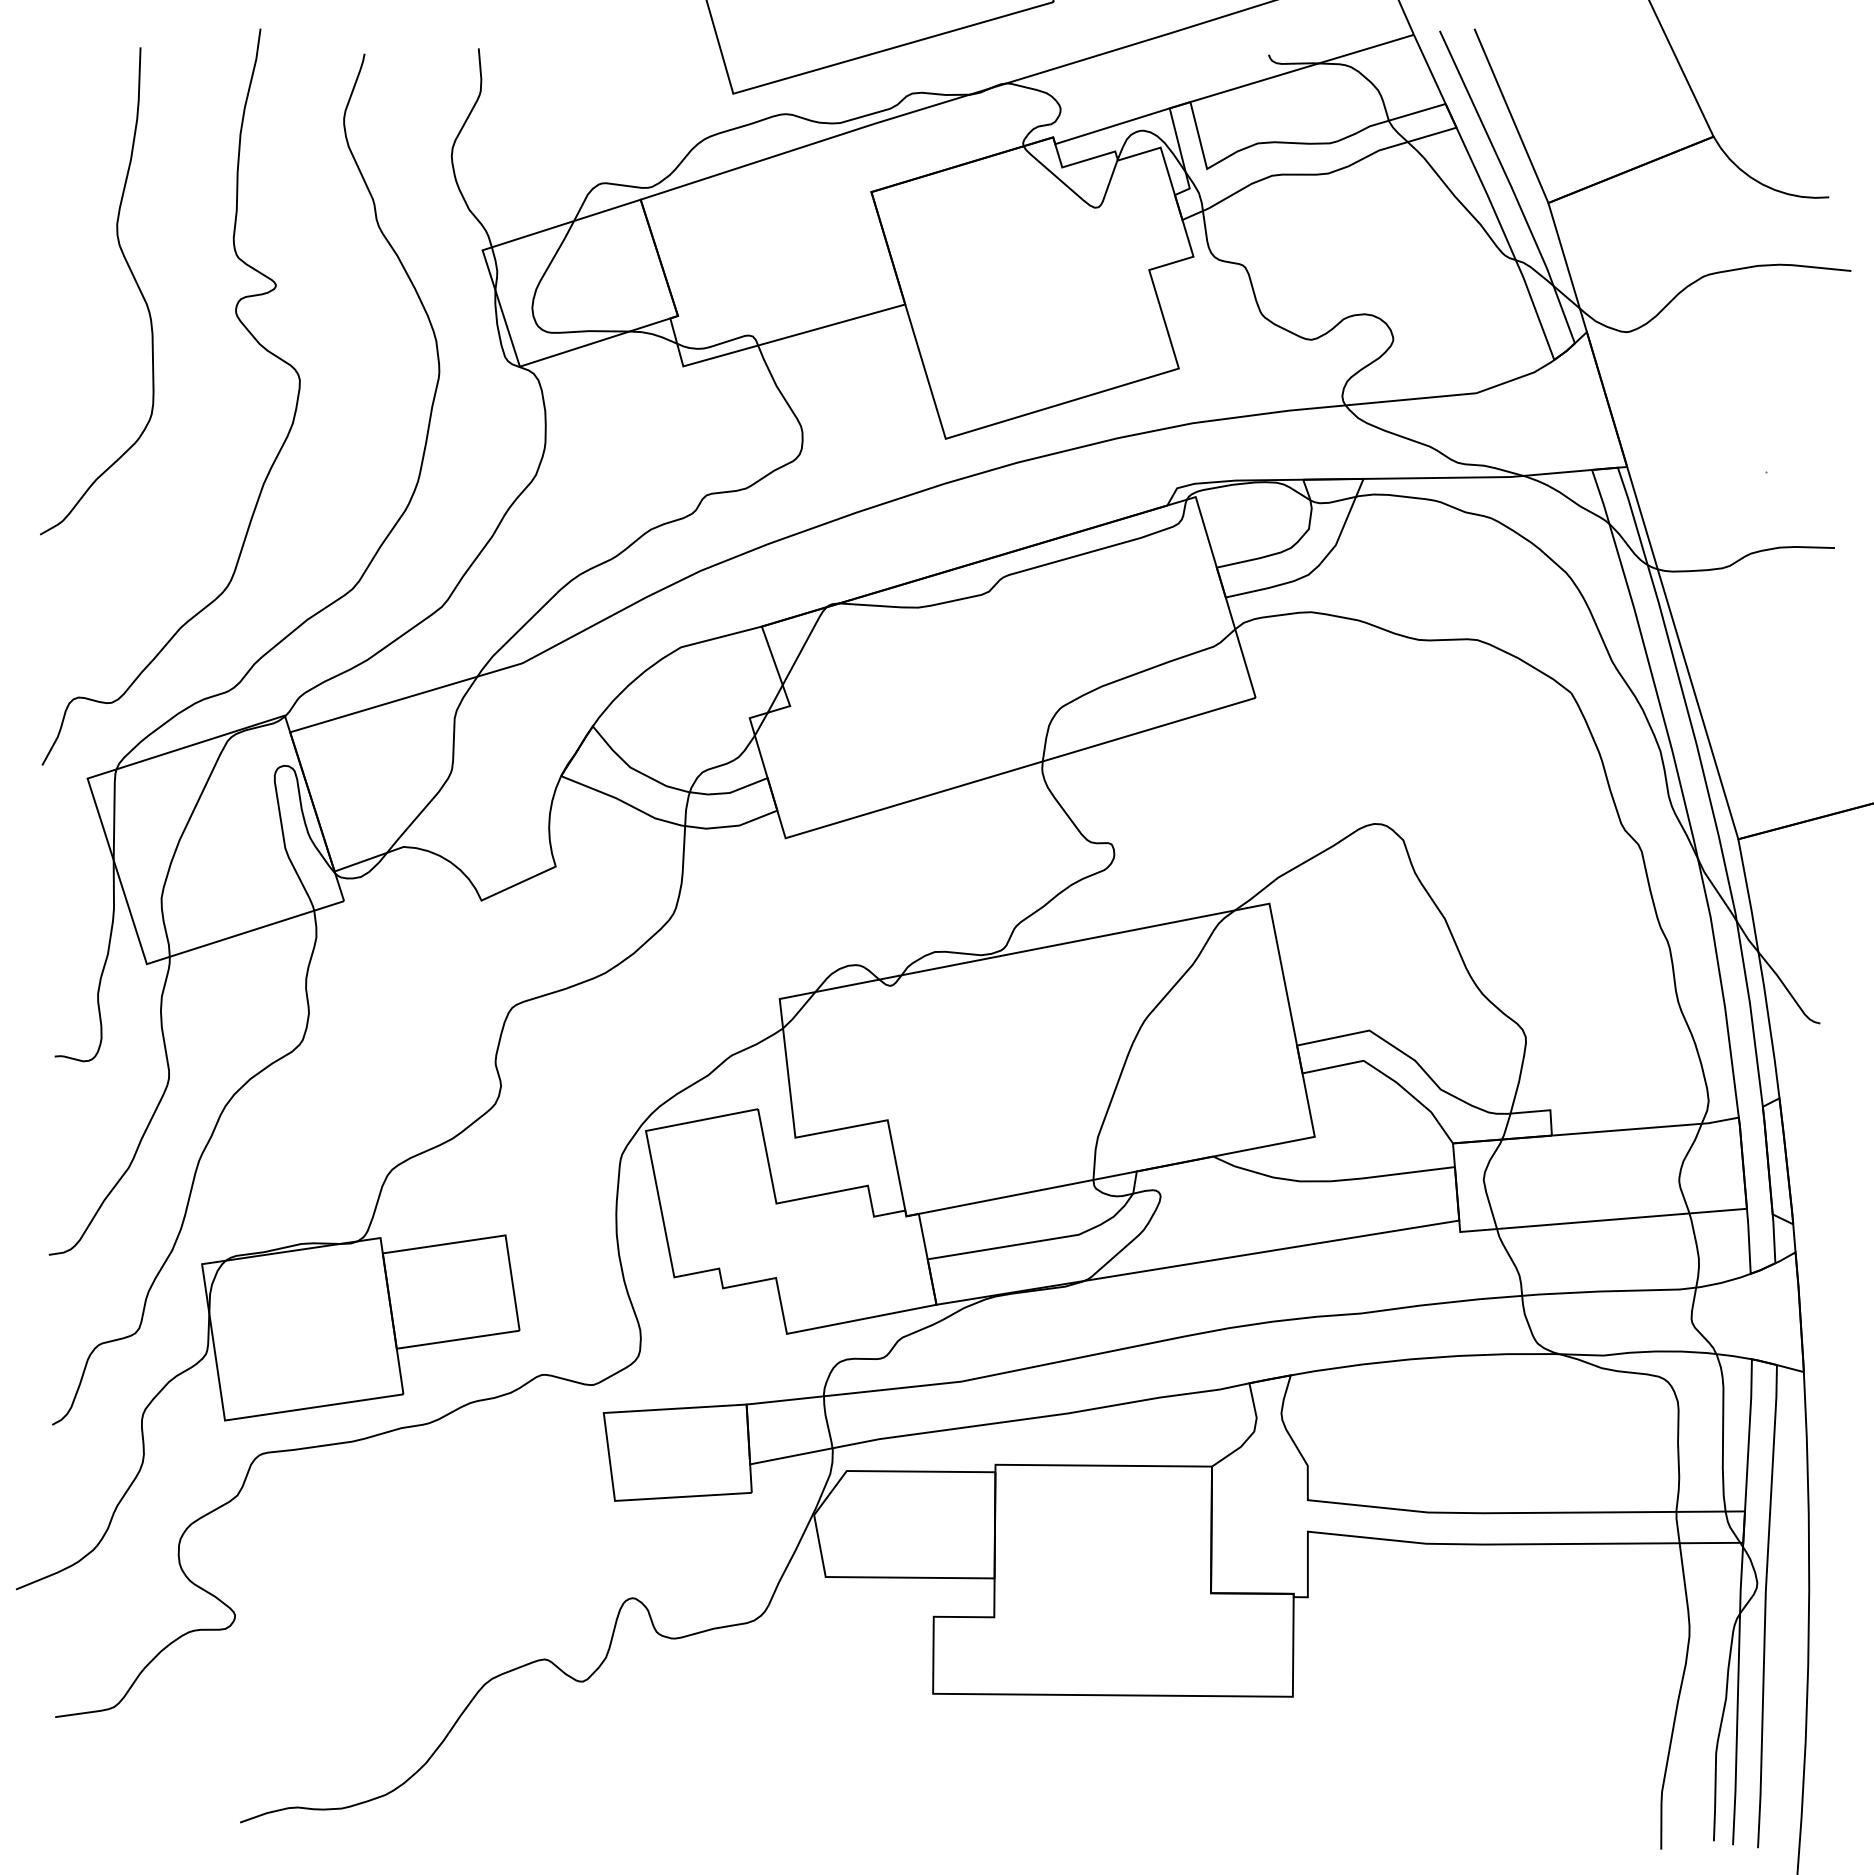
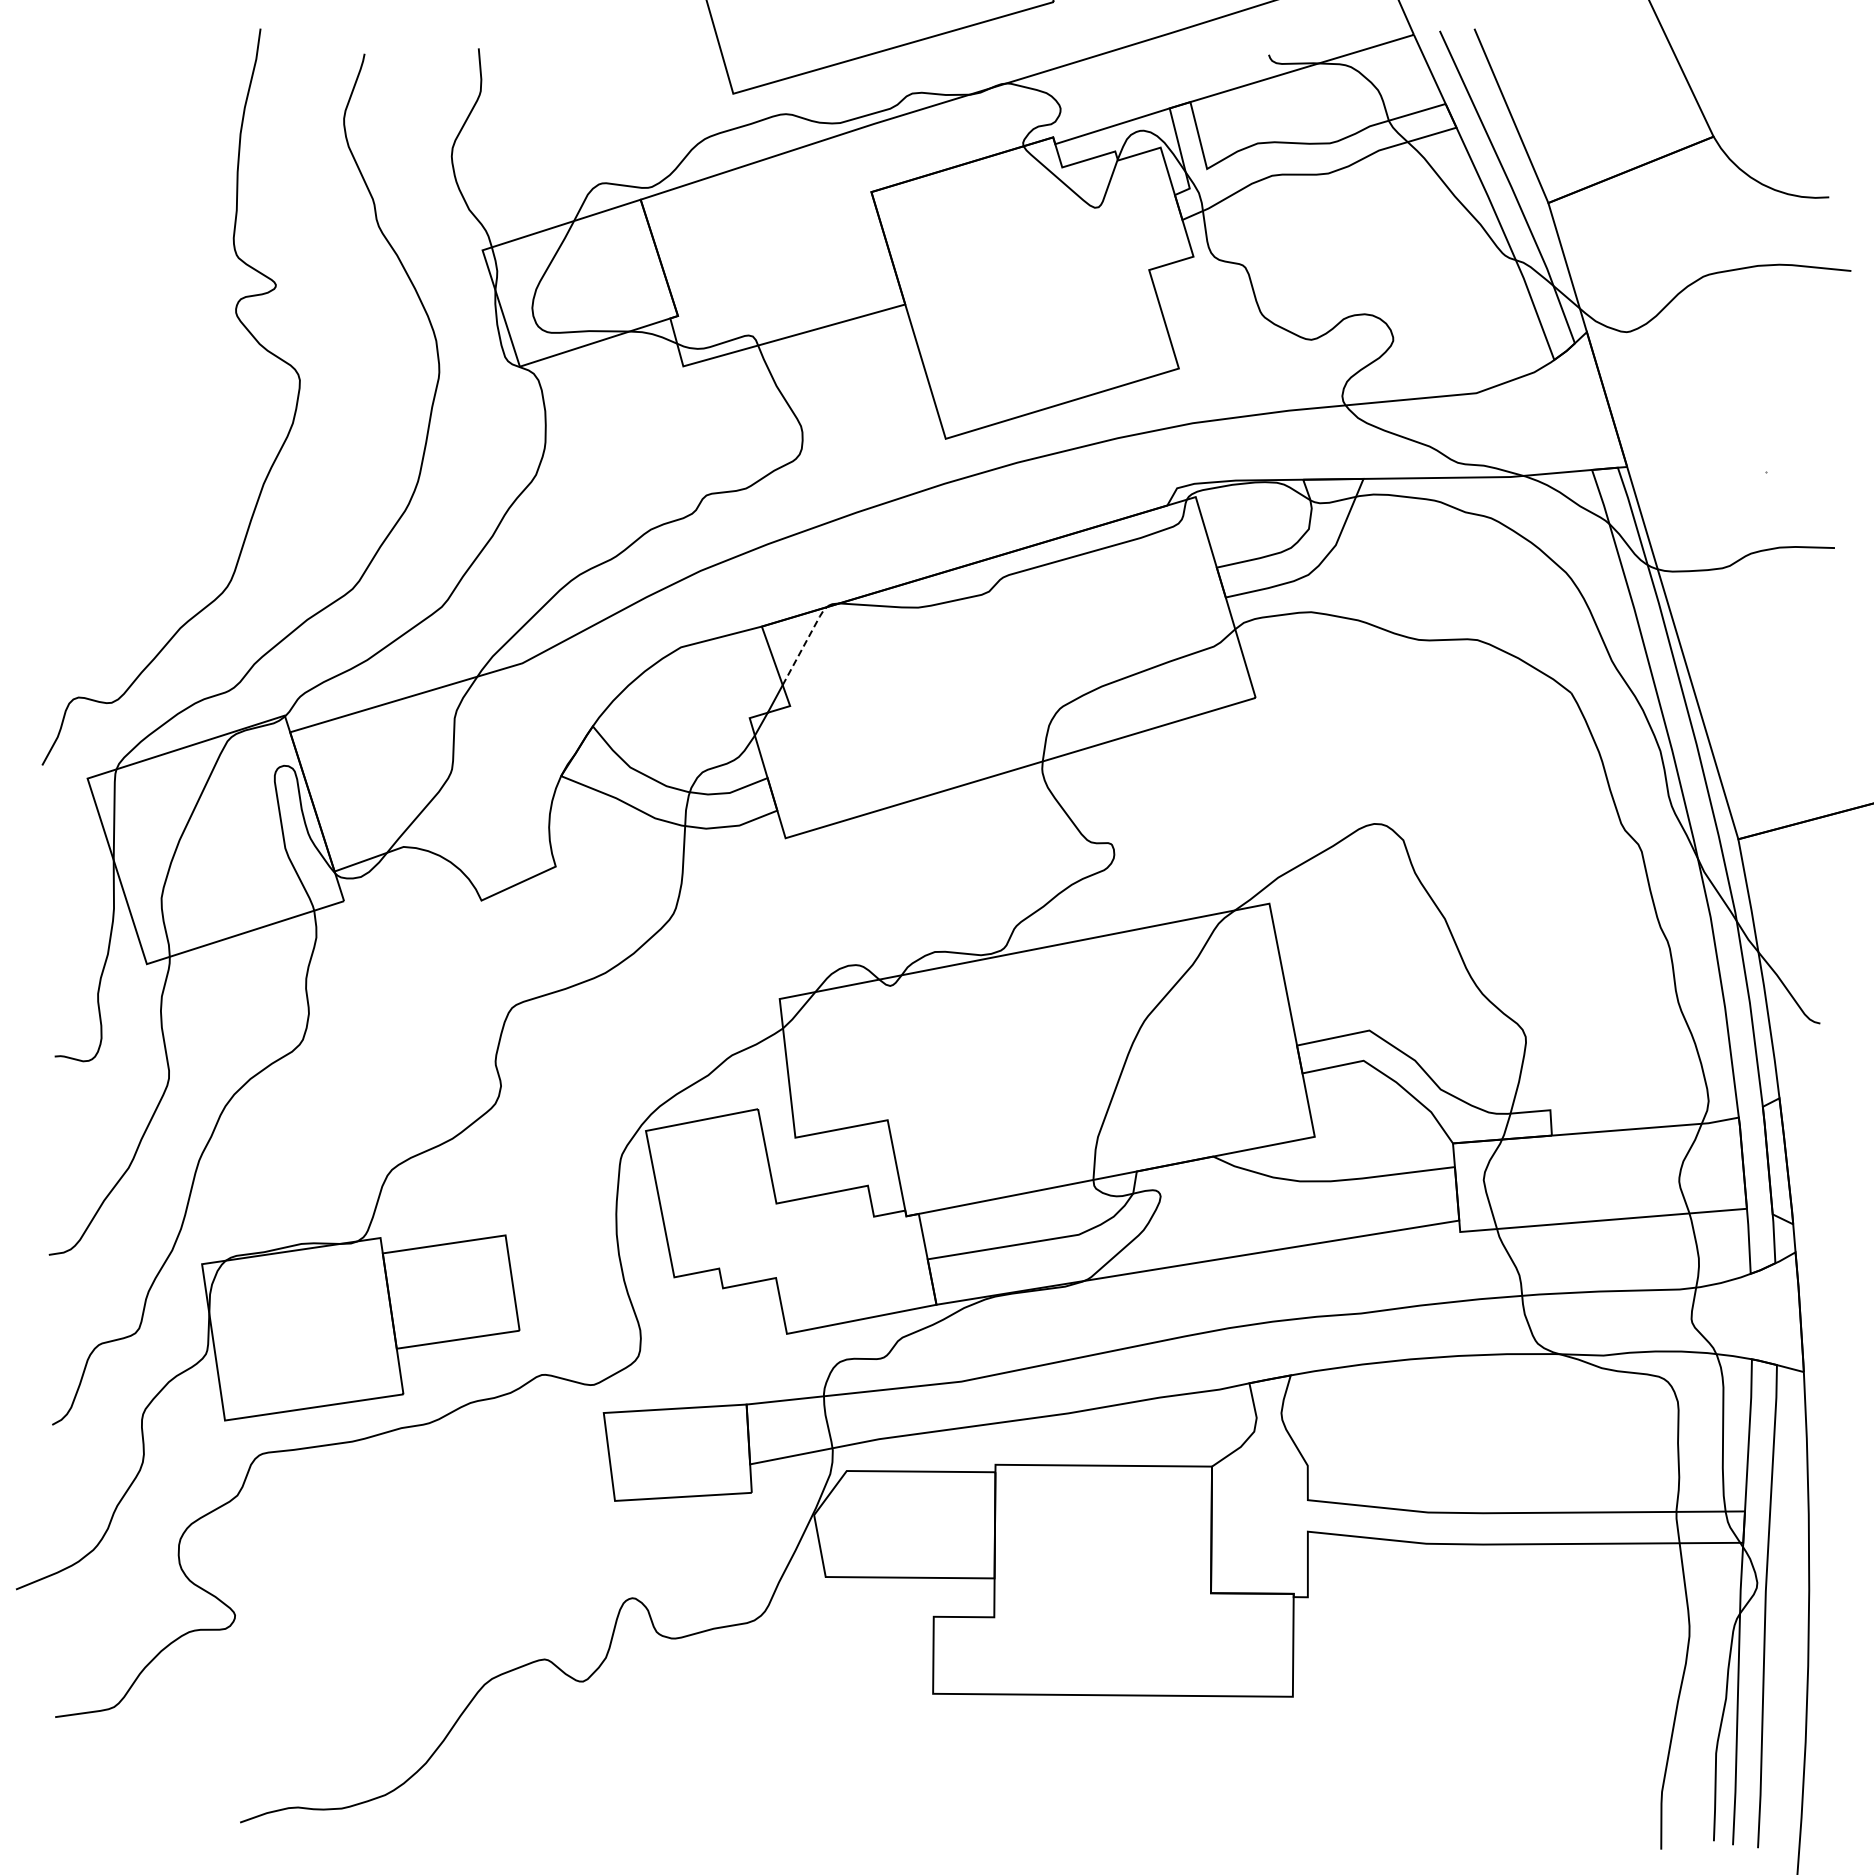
curve at (131, 274): present -> none
line at (804, 643): solid -> dashed
